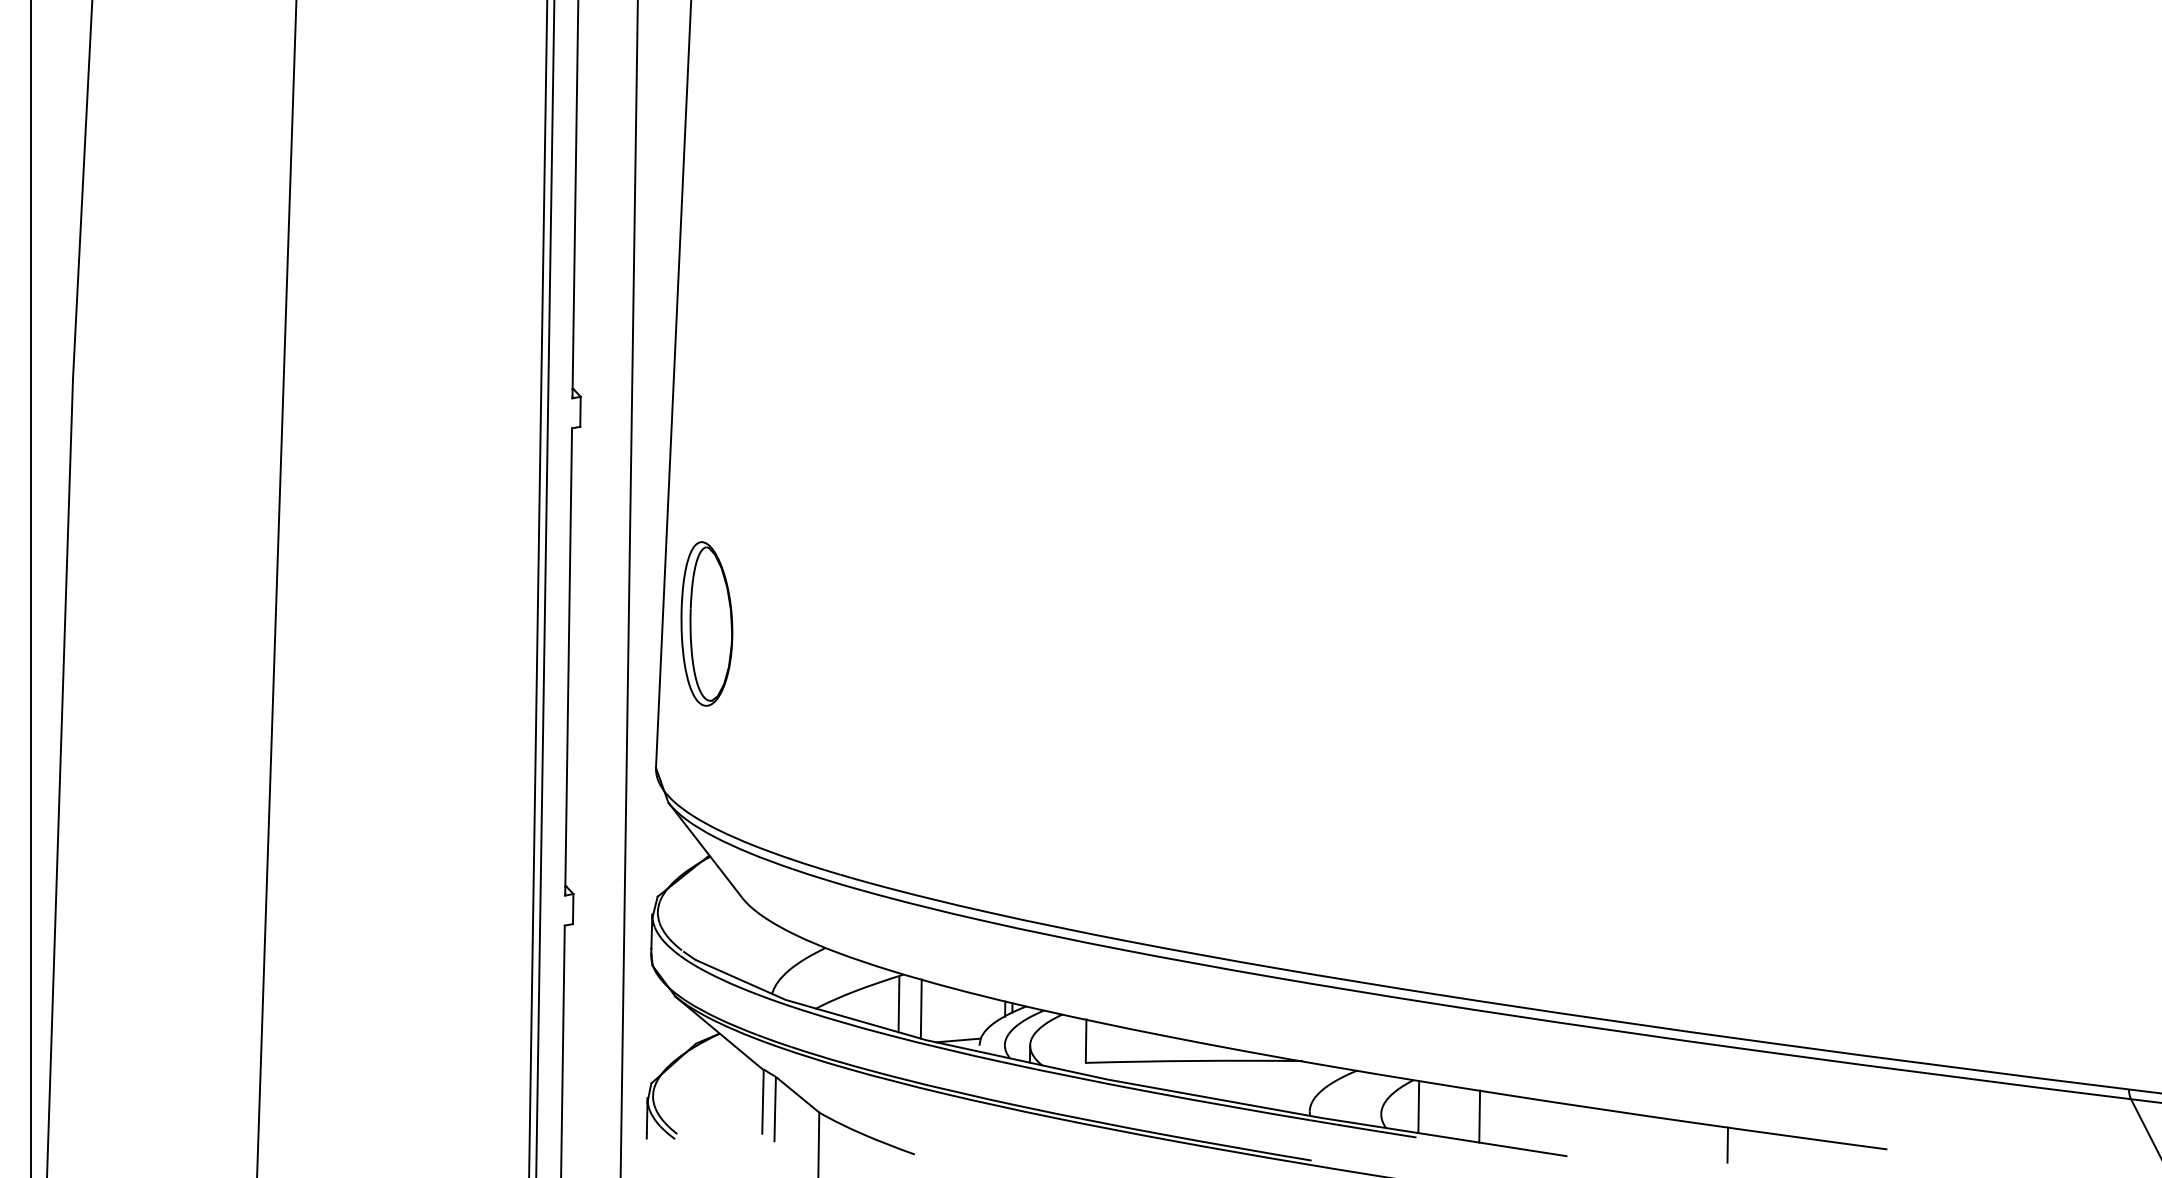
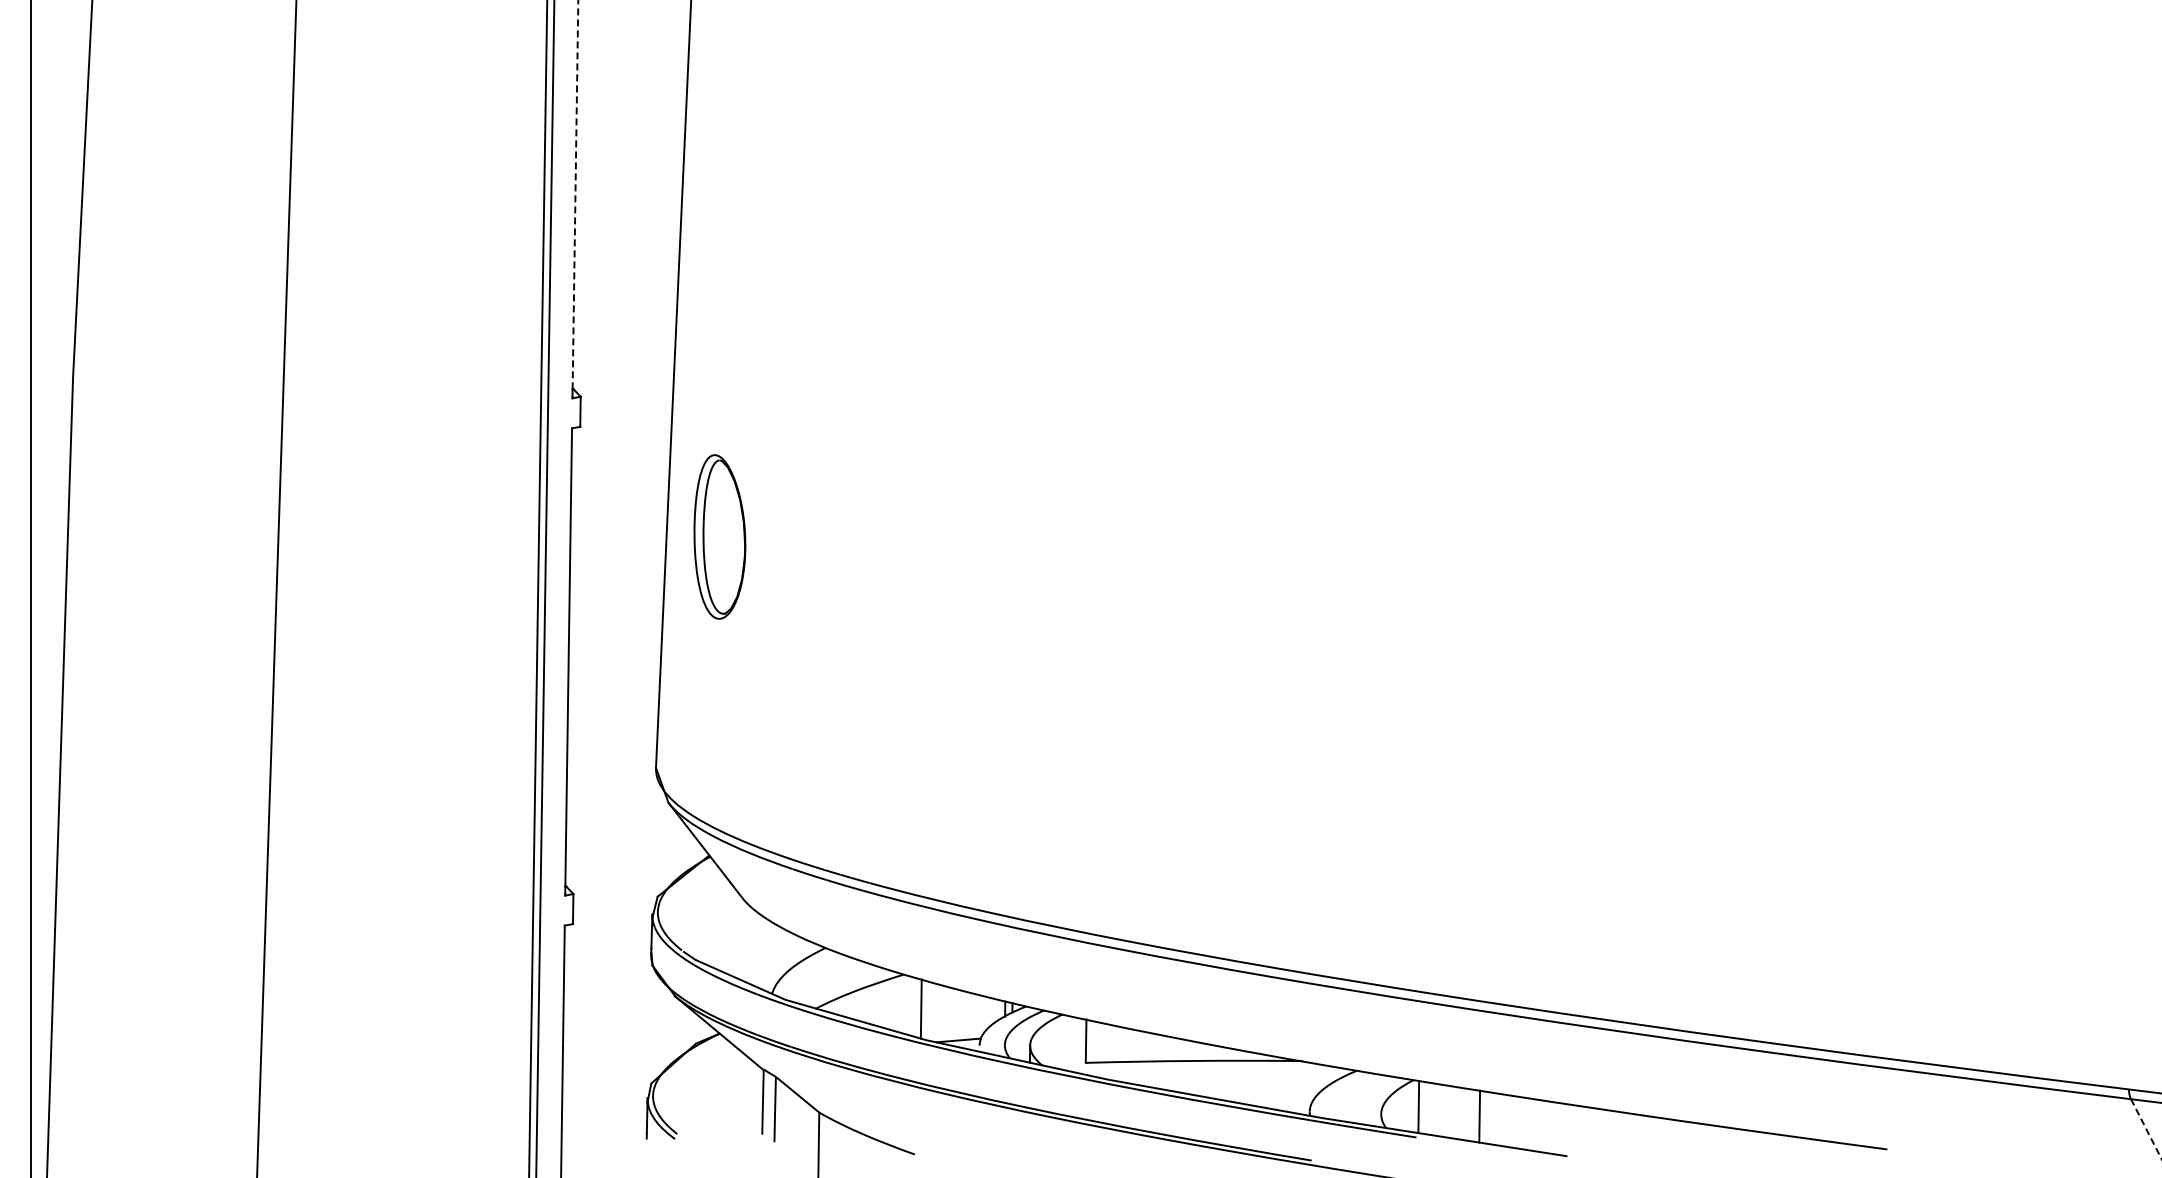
line at (575, 194): solid -> dashed
line at (628, 588): present -> none
part at (706, 623) position: (706, 623) -> (719, 536)
line at (898, 1004): present -> none
line at (2146, 1129): solid -> dashed
line at (1727, 1144): present -> none
